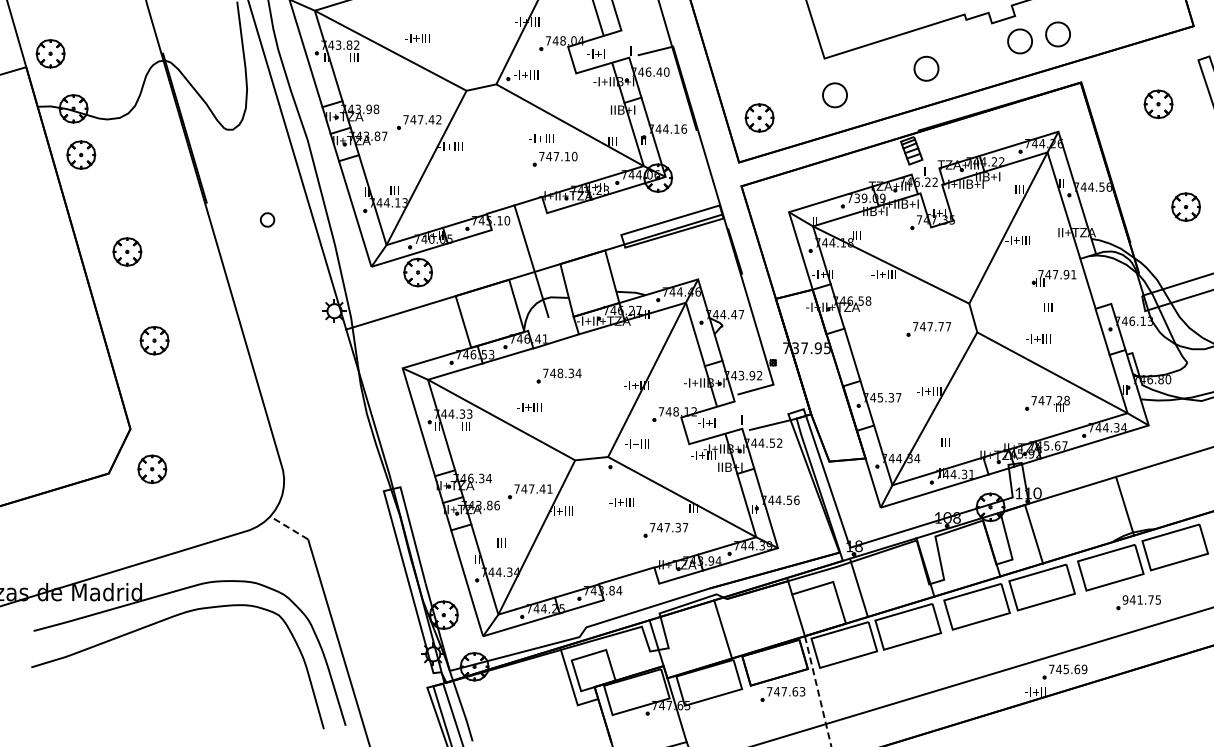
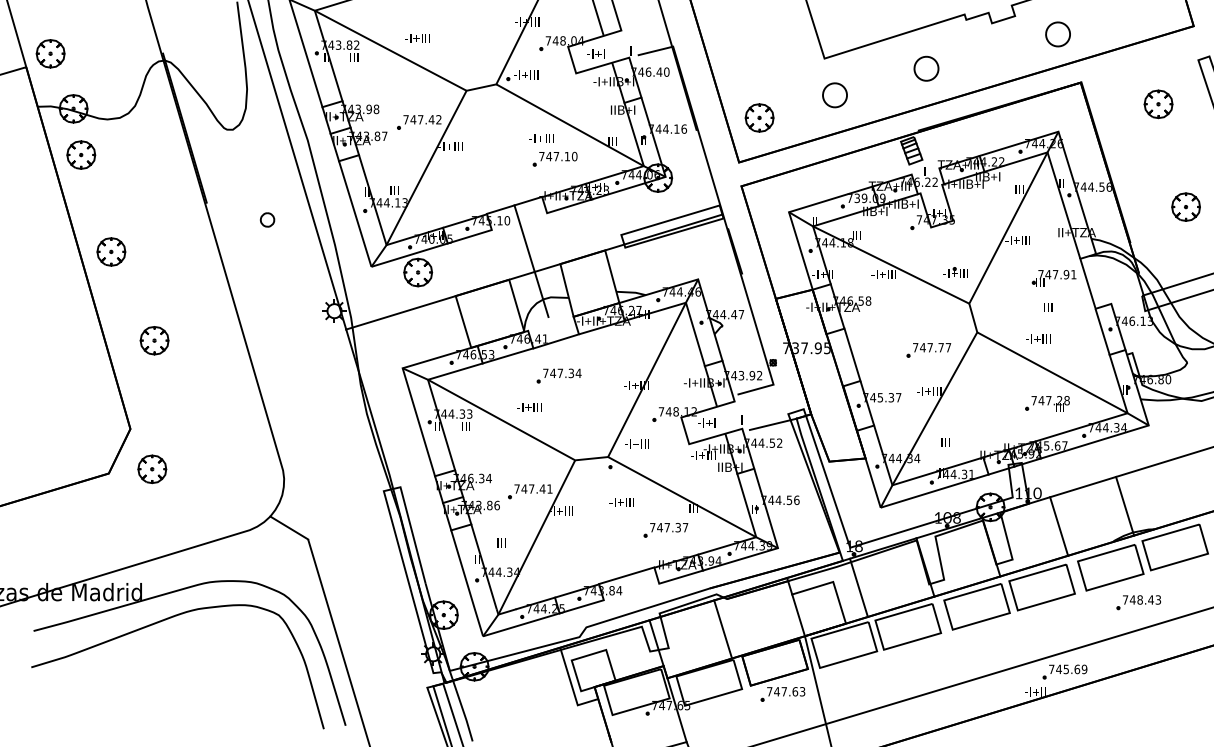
part at (1019, 41): present -> none
part at (127, 251) position: (127, 251) -> (111, 251)
part at (955, 272): none -> present
part at (928, 329) position: (928, 329) -> (928, 350)
text at (560, 373): 748.34 -> 747.34
line at (288, 527): dashed -> solid
line at (1034, 534) position: (1034, 534) -> (1059, 526)
text at (1141, 599): 941.75 -> 748.43
line at (818, 691): dashed -> solid
